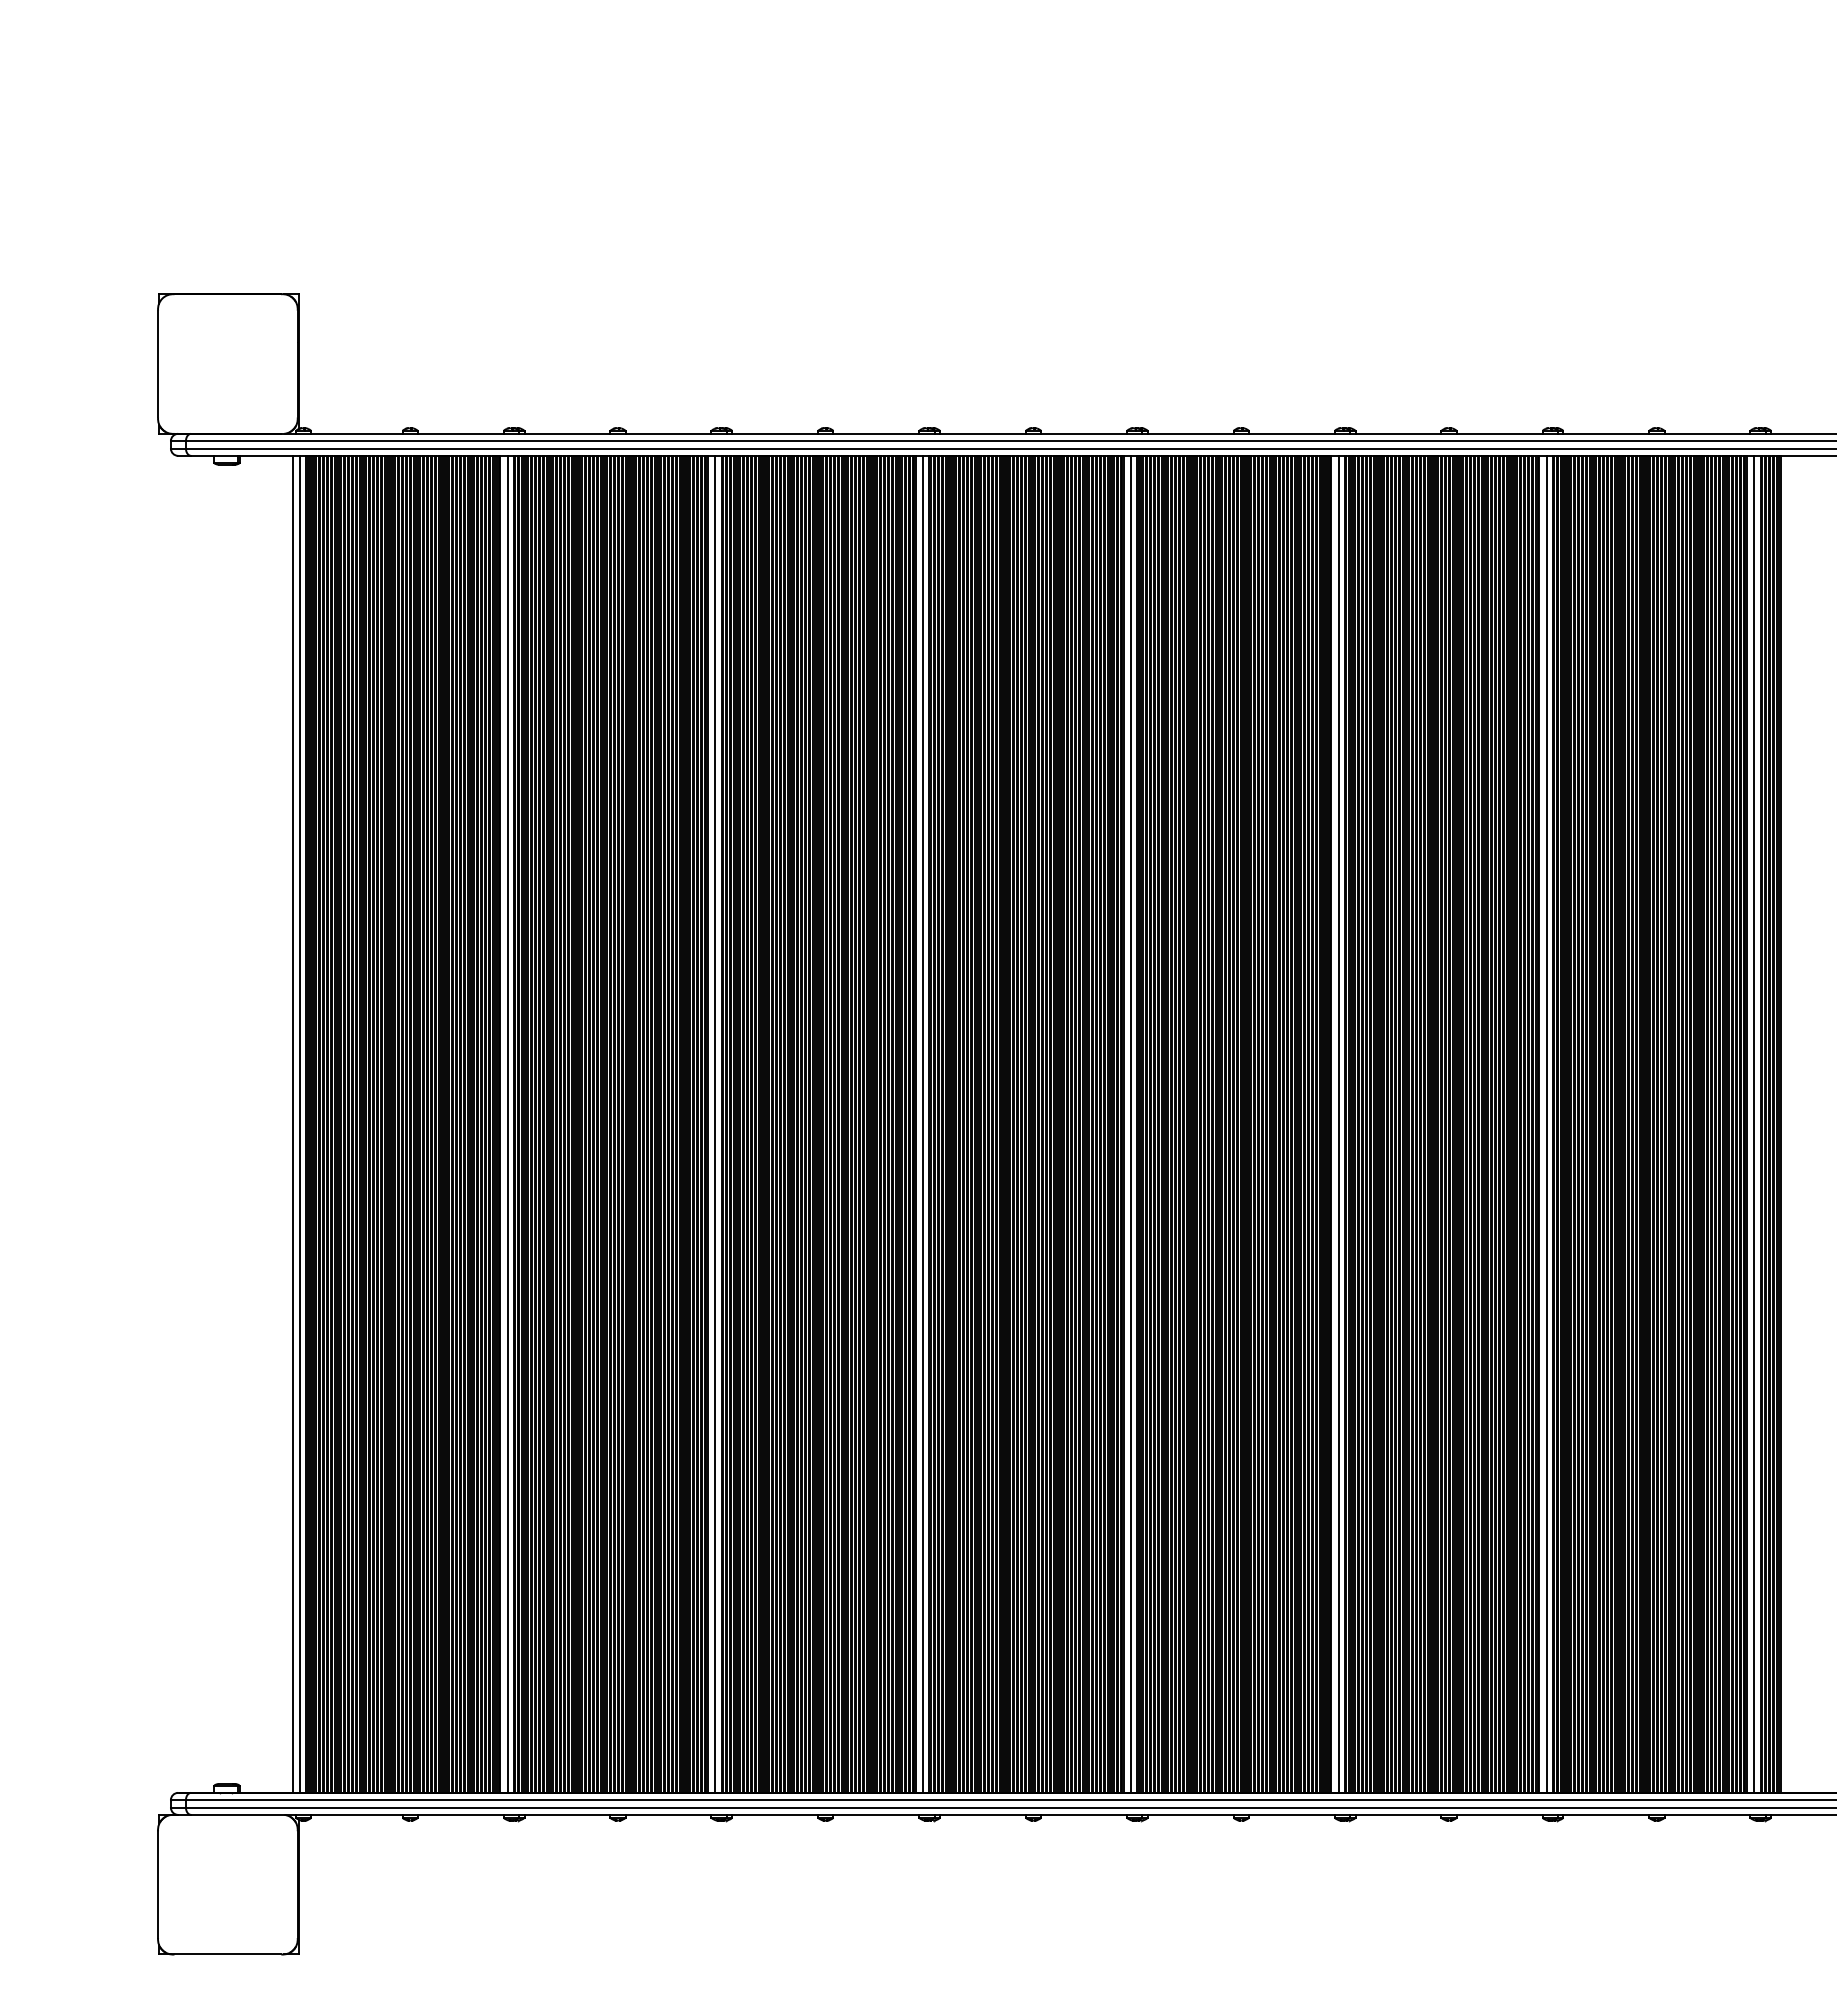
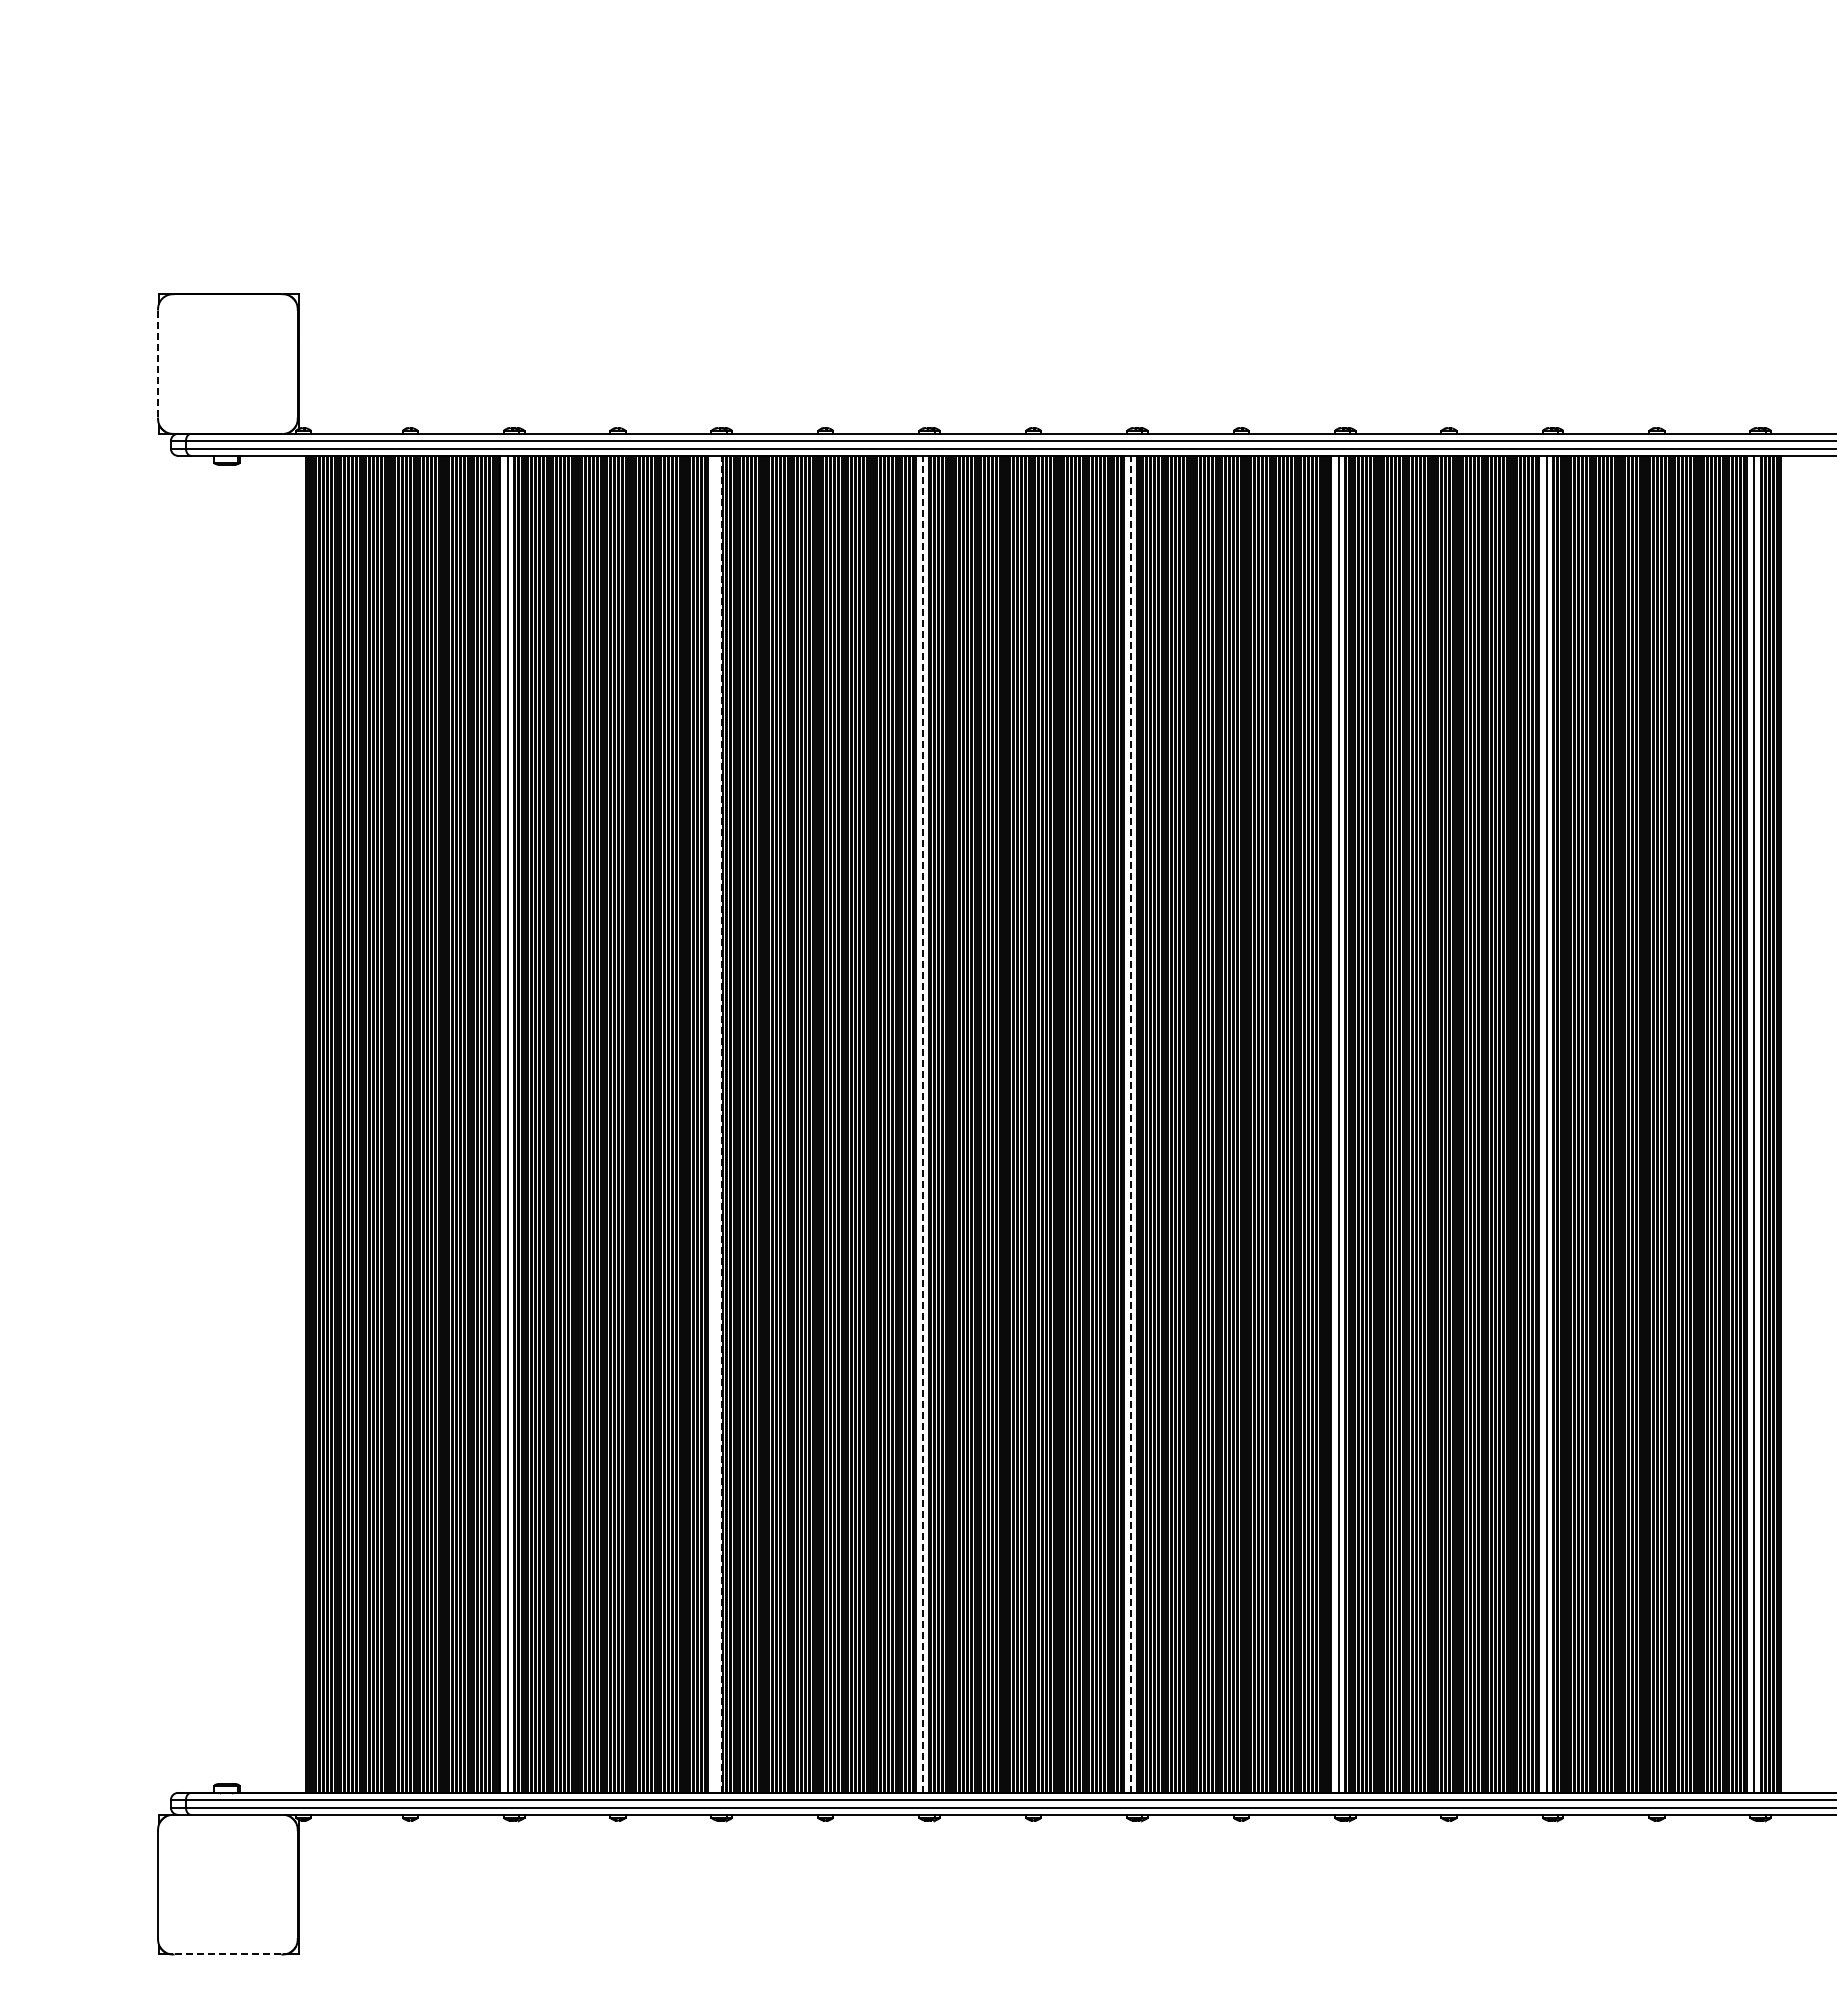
line at (158, 363): solid -> dashed
line at (292, 1123): present -> none
line at (299, 1123): present -> none
line at (715, 1123): present -> none
line at (721, 1123): solid -> dashed
line at (923, 1123): solid -> dashed
line at (1131, 1123): solid -> dashed
line at (227, 1954): solid -> dashed
